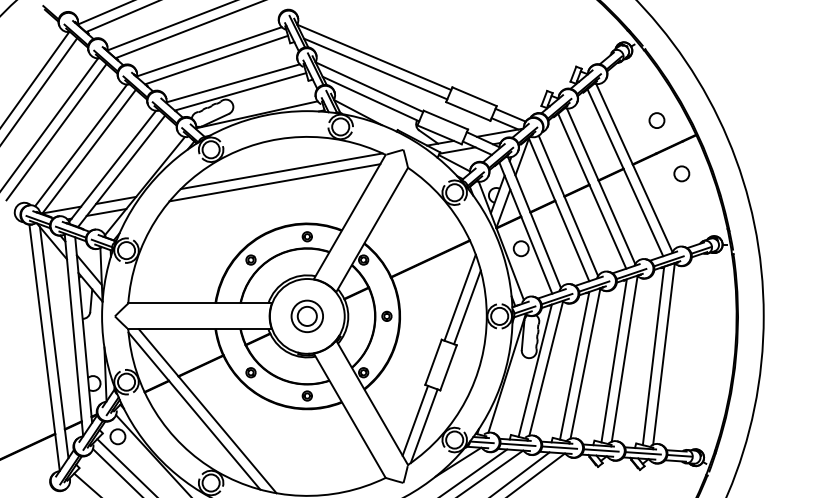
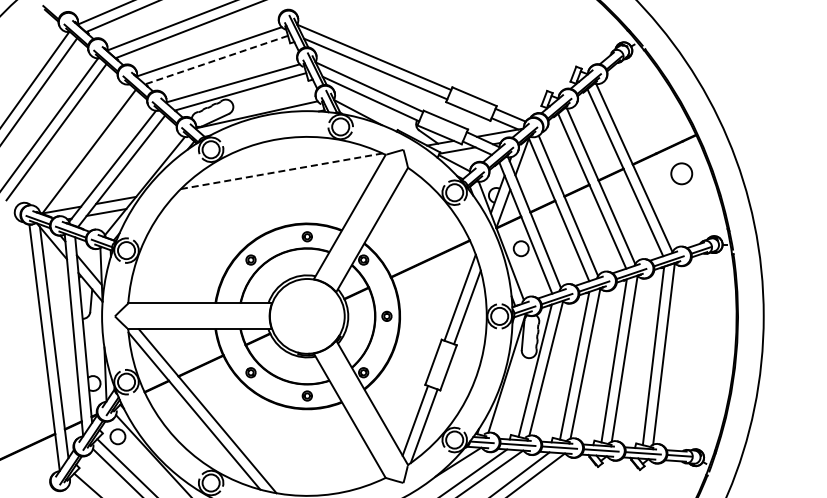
line at (216, 60): solid -> dashed
circle at (656, 120): present -> none
line at (81, 145): present -> none
line at (282, 171): solid -> dashed
circle at (681, 173) size: 18x18 px -> 24x24 px
line at (274, 182): present -> none
part at (306, 316): present -> none
